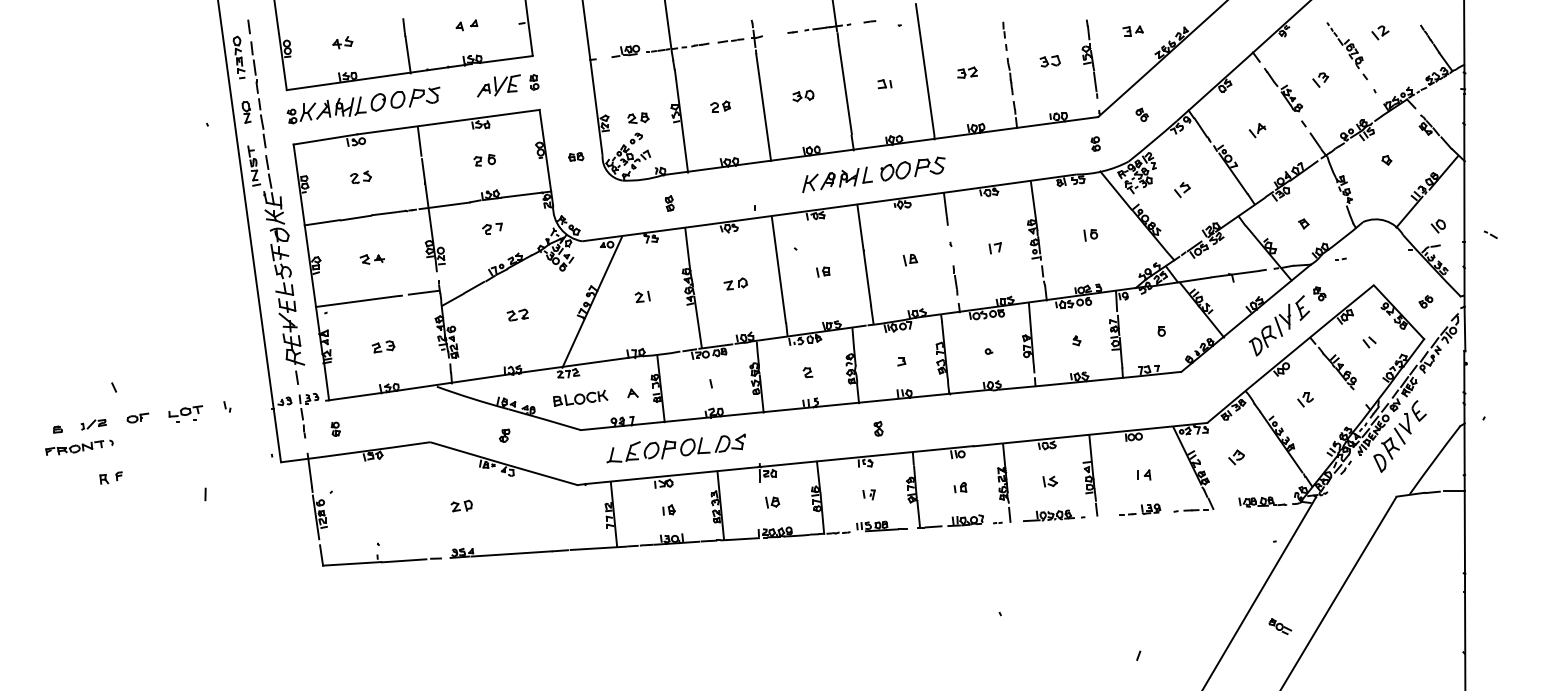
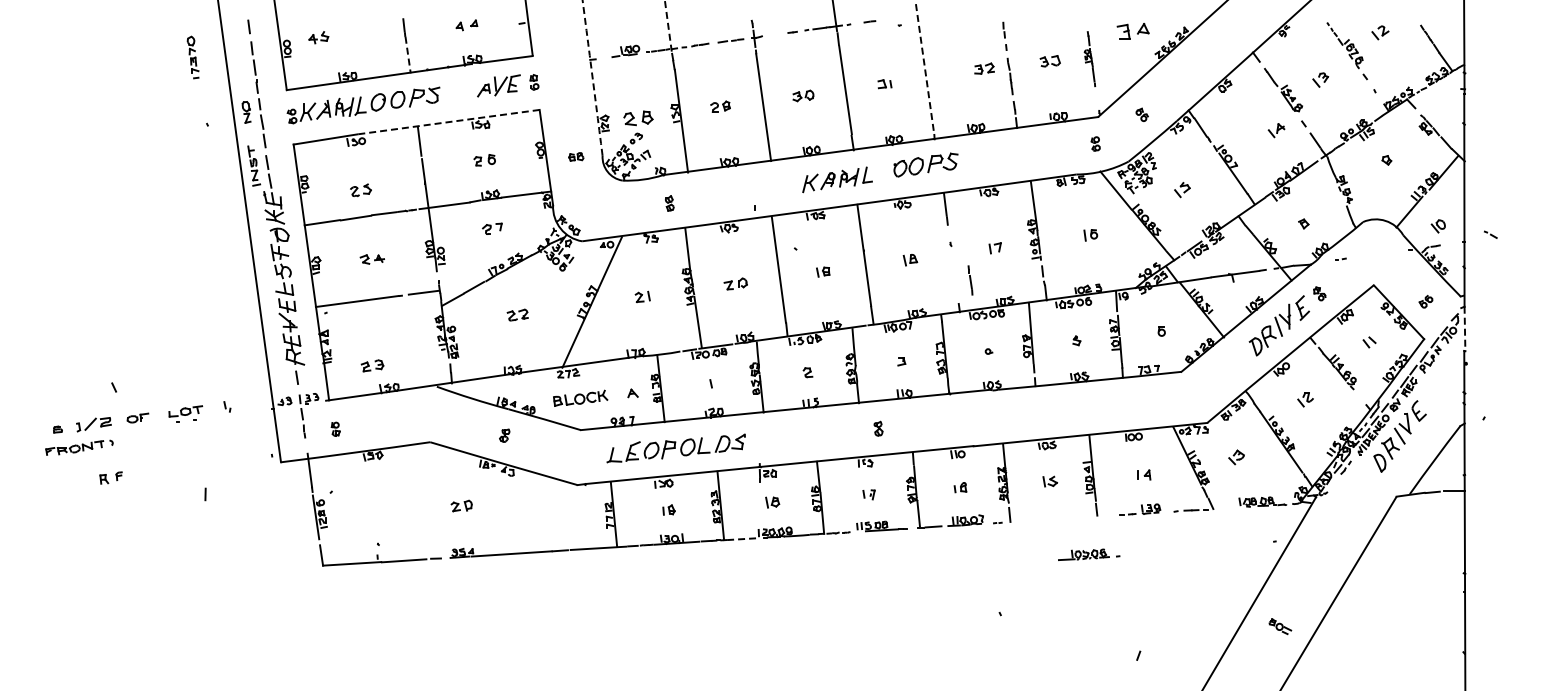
line at (668, 26): solid -> dashed
part at (1132, 30) size: 22x12 px -> 34x17 px
part at (342, 42) position: (342, 42) -> (318, 37)
line at (408, 55): solid -> dashed
part at (238, 57) position: (238, 57) -> (192, 57)
part at (1089, 58) size: 18x80 px -> 14x57 px
line at (925, 69): solid -> dashed
part at (967, 72) position: (967, 72) -> (984, 68)
arc at (592, 77): solid -> dashed
part at (638, 117) size: 23x12 px -> 31x17 px
line at (448, 122): solid -> dashed
part at (1257, 130) position: (1257, 130) -> (1276, 130)
part at (912, 168) position: (912, 168) -> (925, 164)
part at (360, 177) position: (360, 177) -> (360, 190)
line at (955, 280) position: (955, 280) -> (970, 280)
line at (1464, 329): solid -> dashed
part at (383, 346) position: (383, 346) -> (372, 365)
part at (93, 424) size: 27x12 px -> 36x16 px
part at (1054, 515) position: (1054, 515) -> (1089, 554)
line at (743, 539): solid -> dashed
